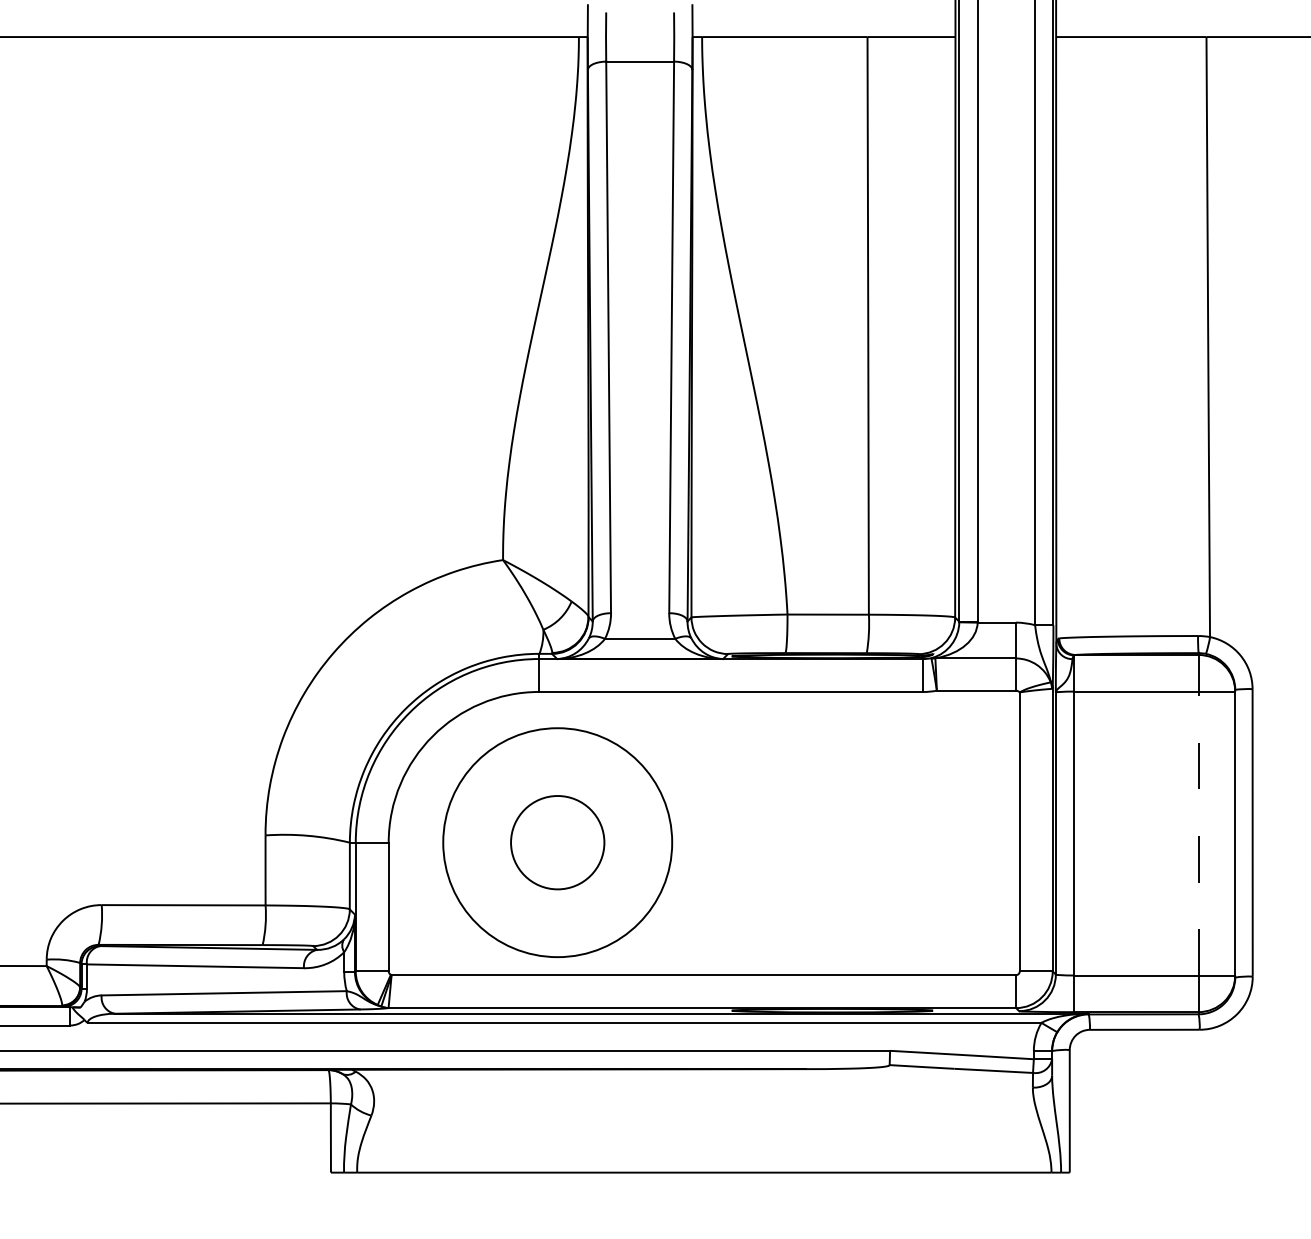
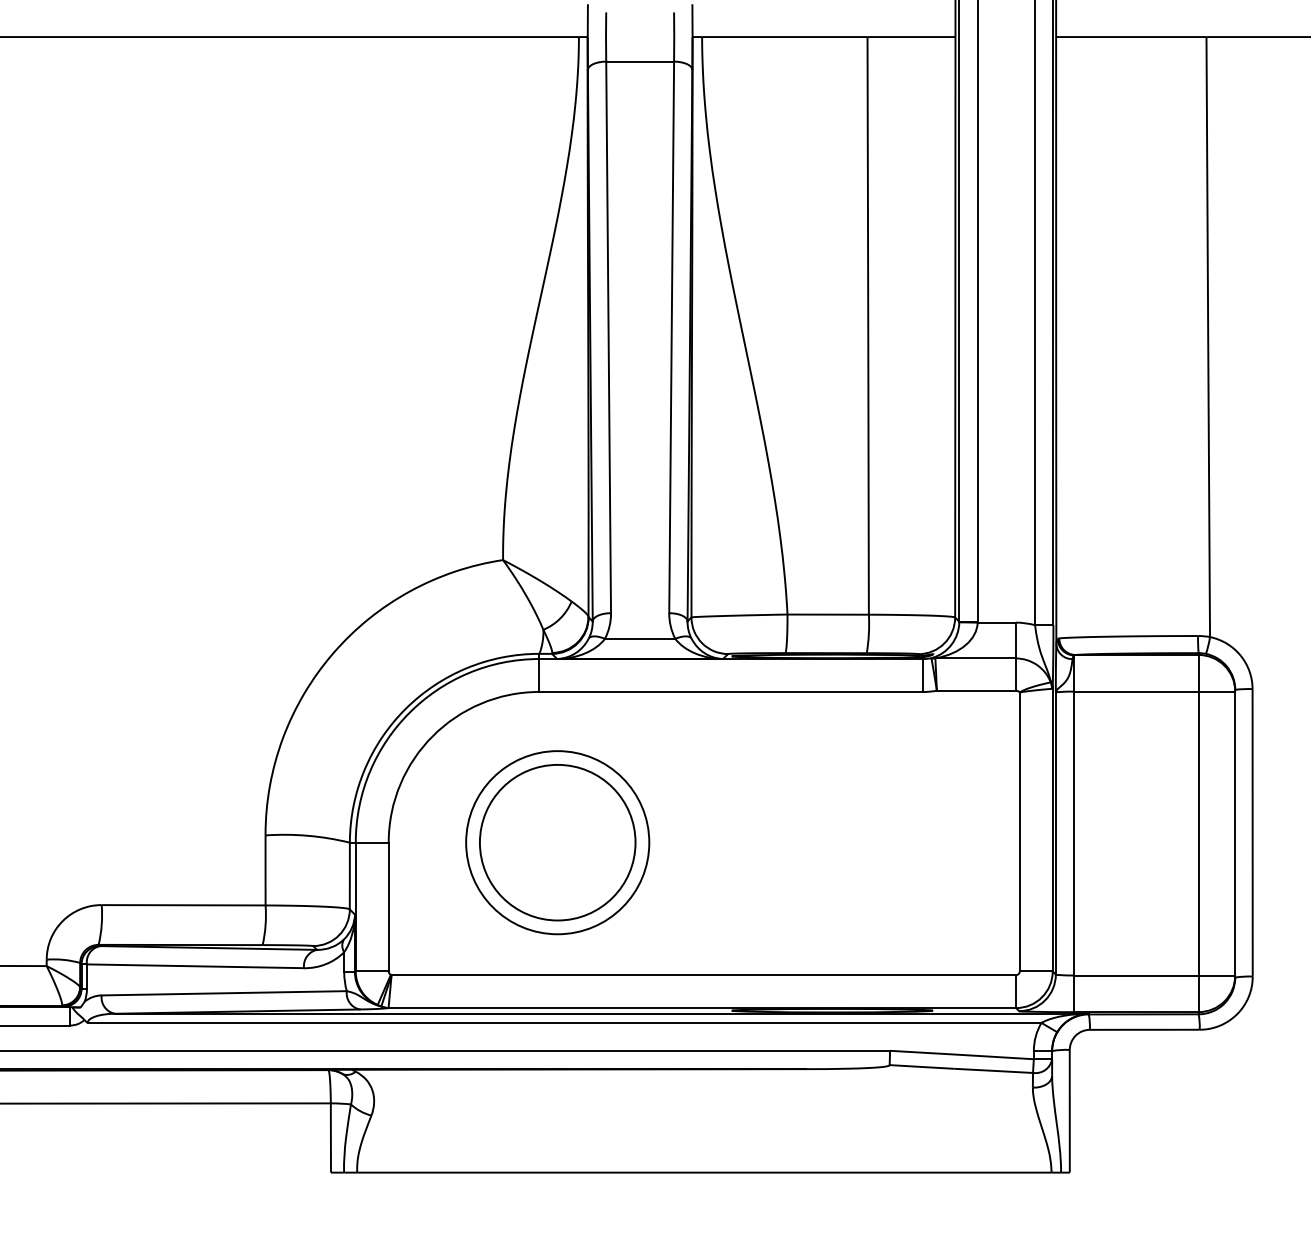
line at (1198, 833): dashed -> solid
circle at (557, 842) diameter: 229 px -> 183 px
circle at (557, 842) diameter: 93 px -> 156 px
